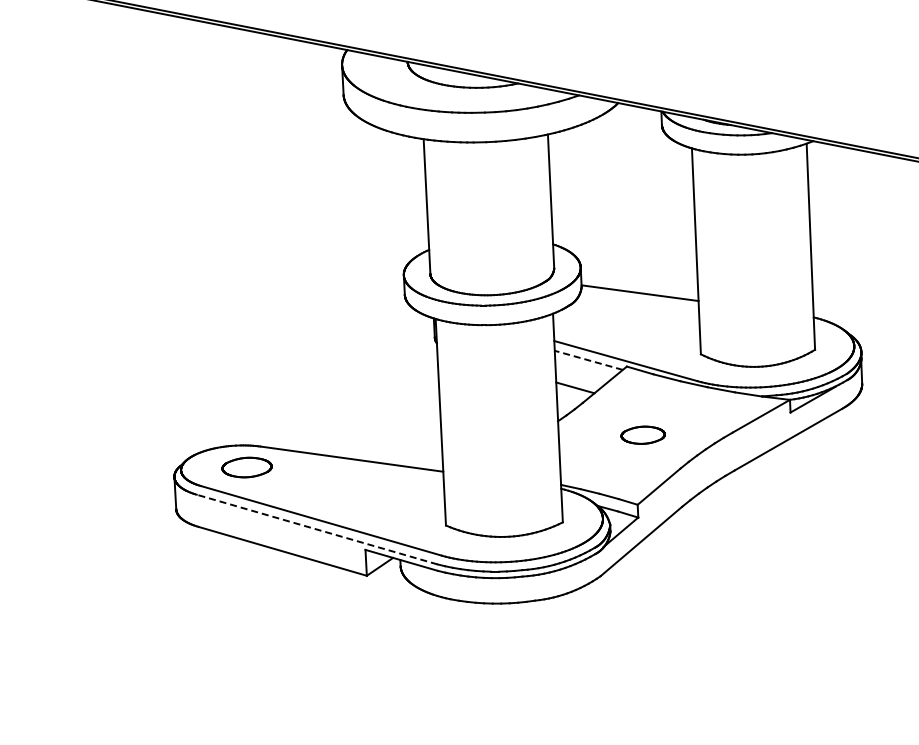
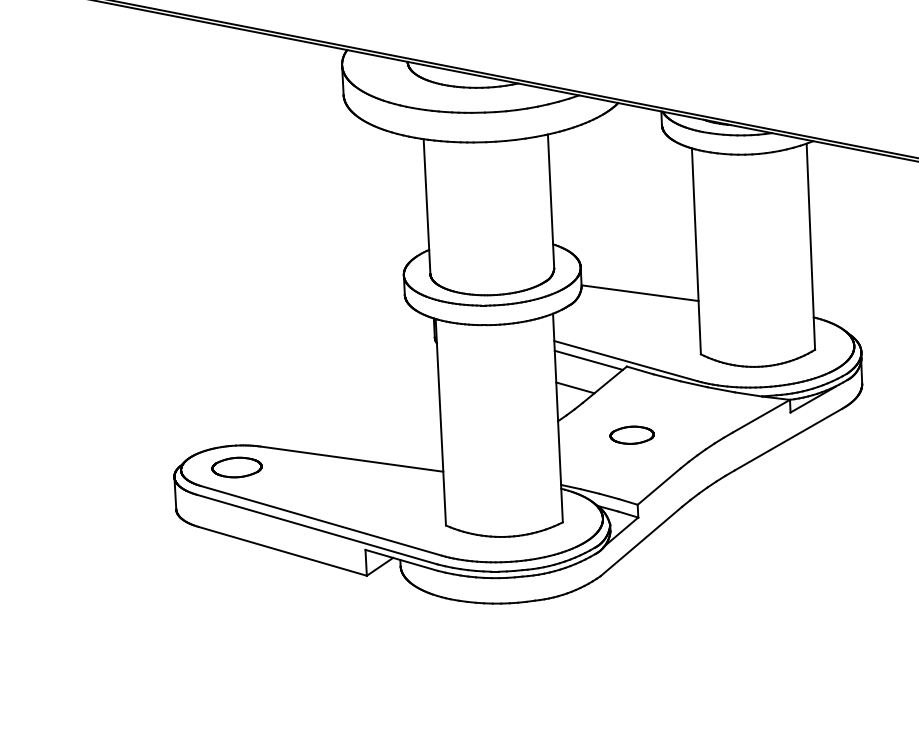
line at (588, 360): dashed -> solid
part at (642, 434) position: (642, 434) -> (631, 434)
part at (246, 467) position: (246, 467) -> (236, 467)
line at (316, 529): dashed -> solid
